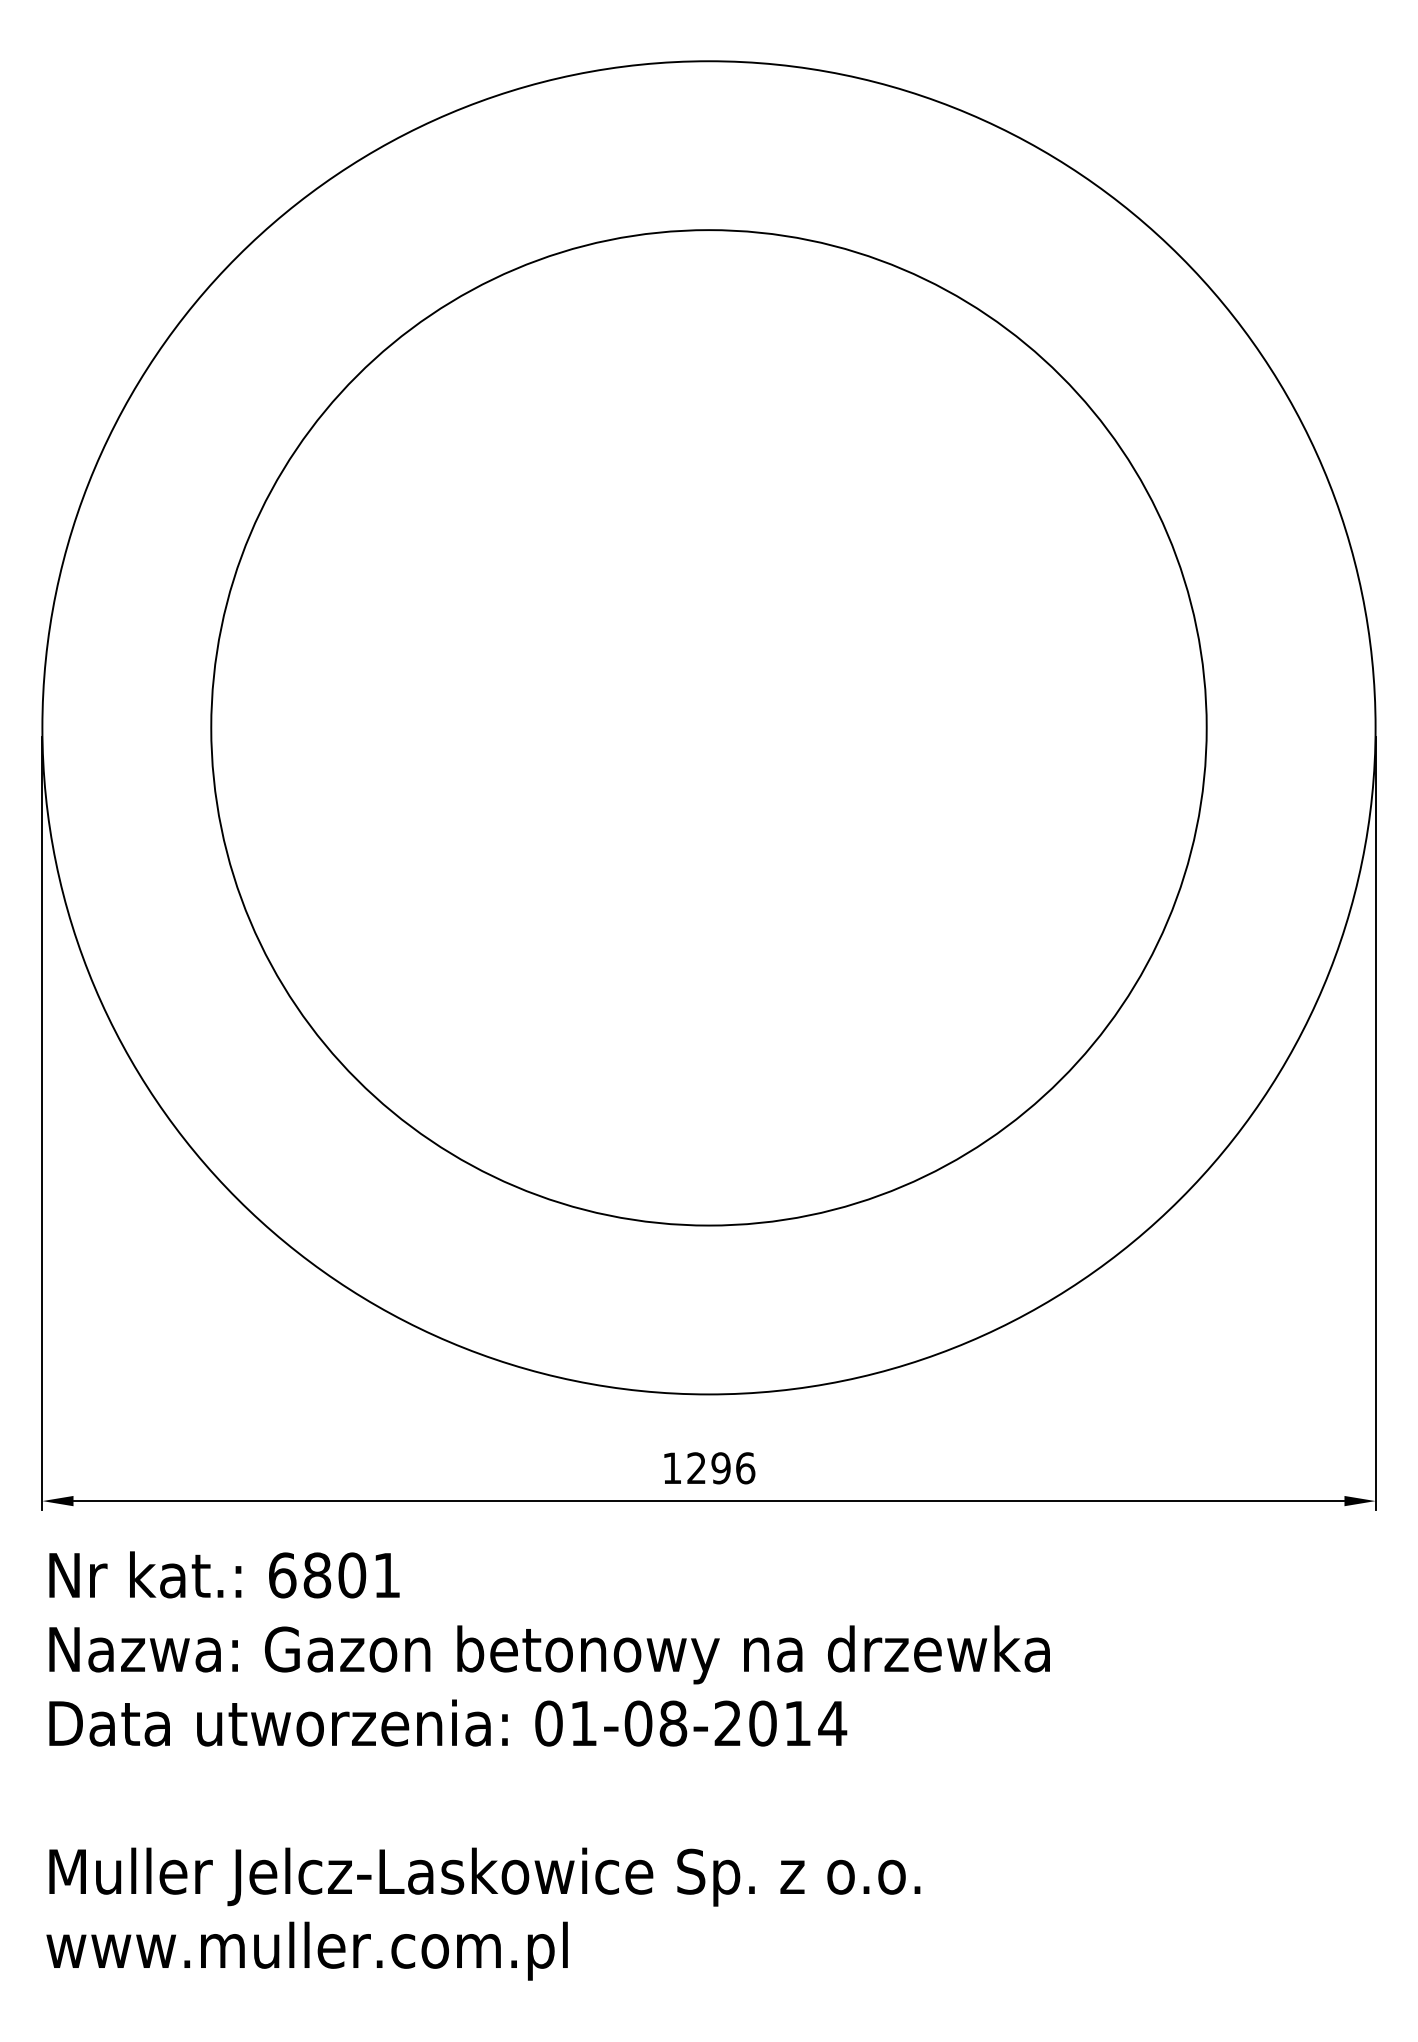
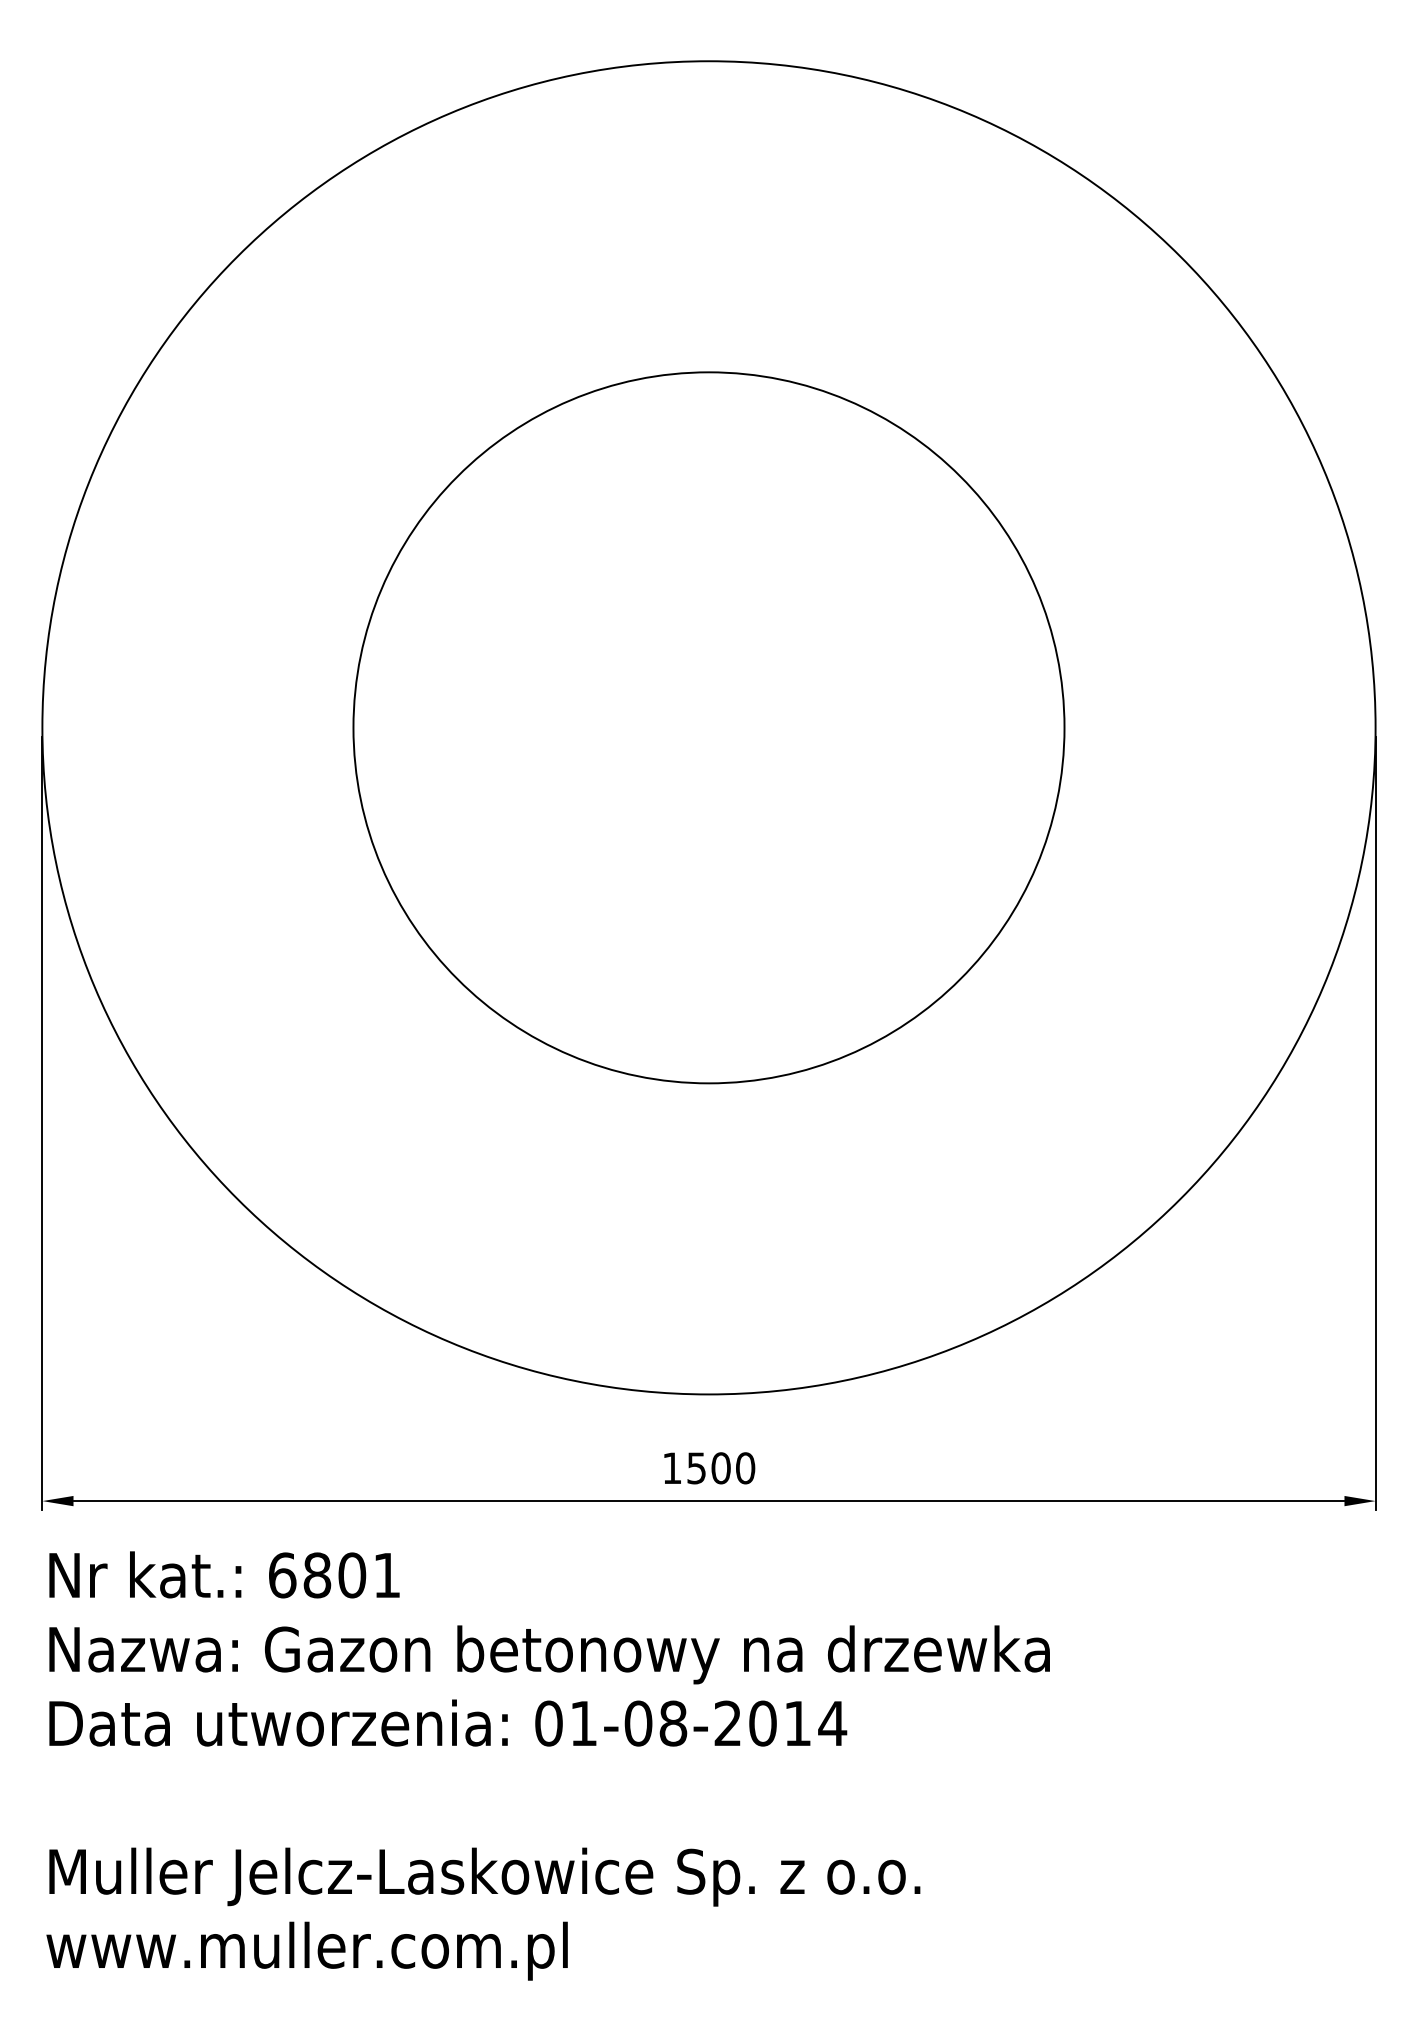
circle at (708, 727) diameter: 995 px -> 711 px
text at (721, 1468): 1296 -> 1500
